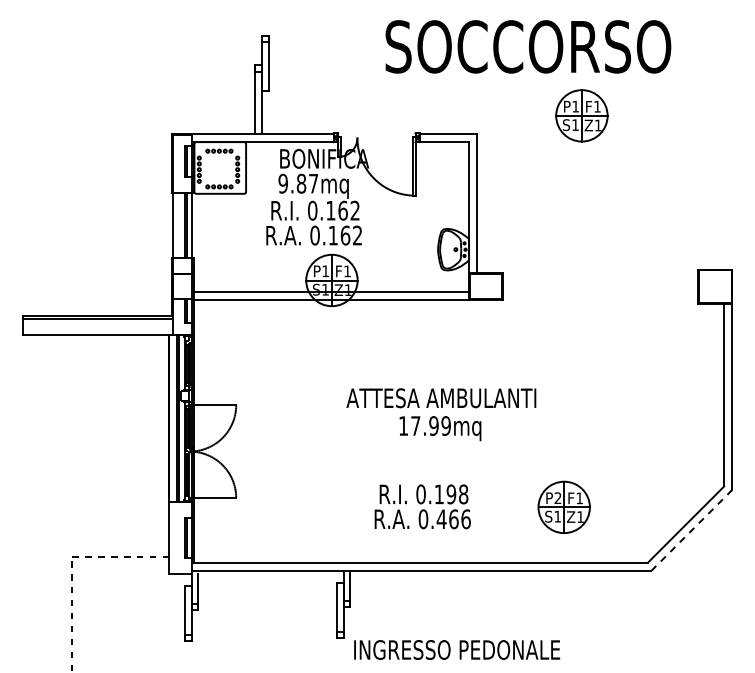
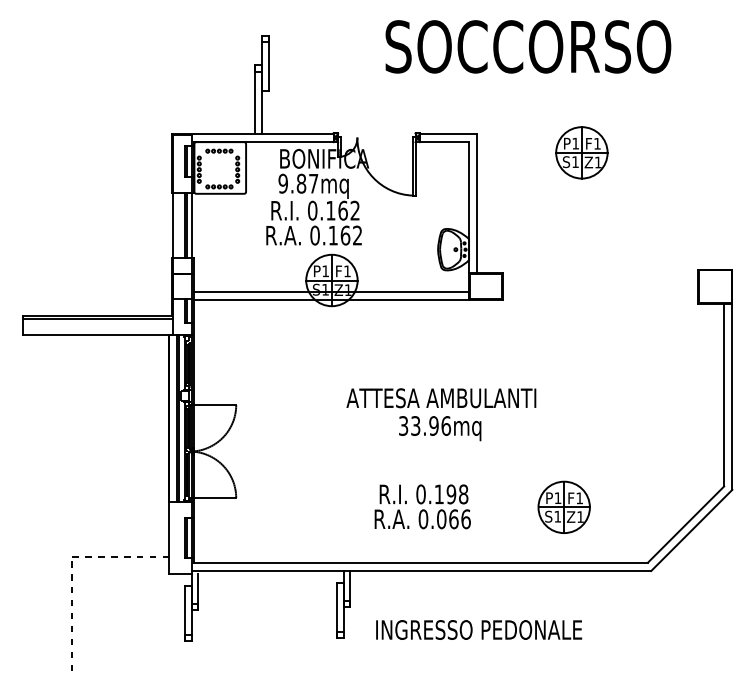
part at (581, 115) position: (581, 115) -> (581, 152)
text at (425, 425): 17.99mq -> 33.96mq
text at (557, 497): P2 -> P1
text at (441, 519): 0.466 -> 0.066
line at (691, 530): dashed -> solid
text at (457, 649) position: (457, 649) -> (479, 629)
